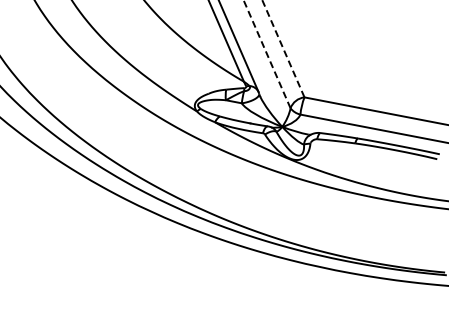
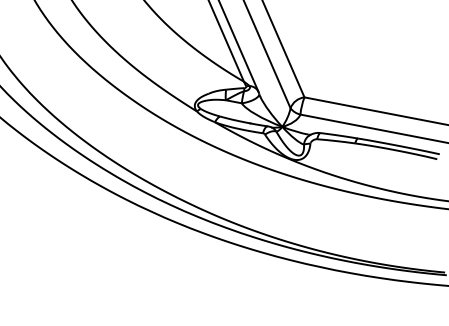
line at (283, 49): dashed -> solid
line at (267, 54): dashed -> solid
